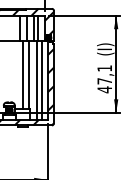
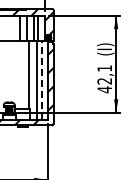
line at (23, 74): present -> none
line at (41, 79): solid -> dashed
text at (104, 81): 47,1 -> 42,1
